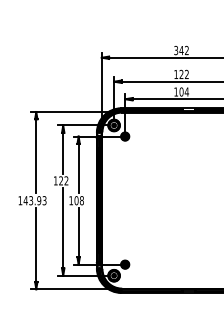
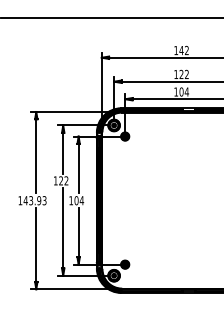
line at (111, 18): none -> present
text at (176, 50): 342 -> 142
text at (81, 200): 108 -> 104
